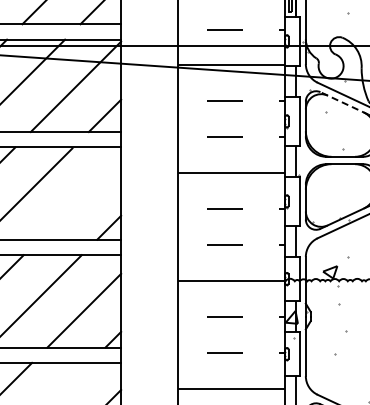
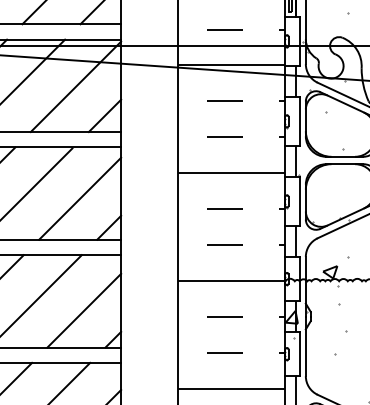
line at (343, 103): dashed -> solid
line at (80, 198): none -> present
line at (70, 381): none -> present
